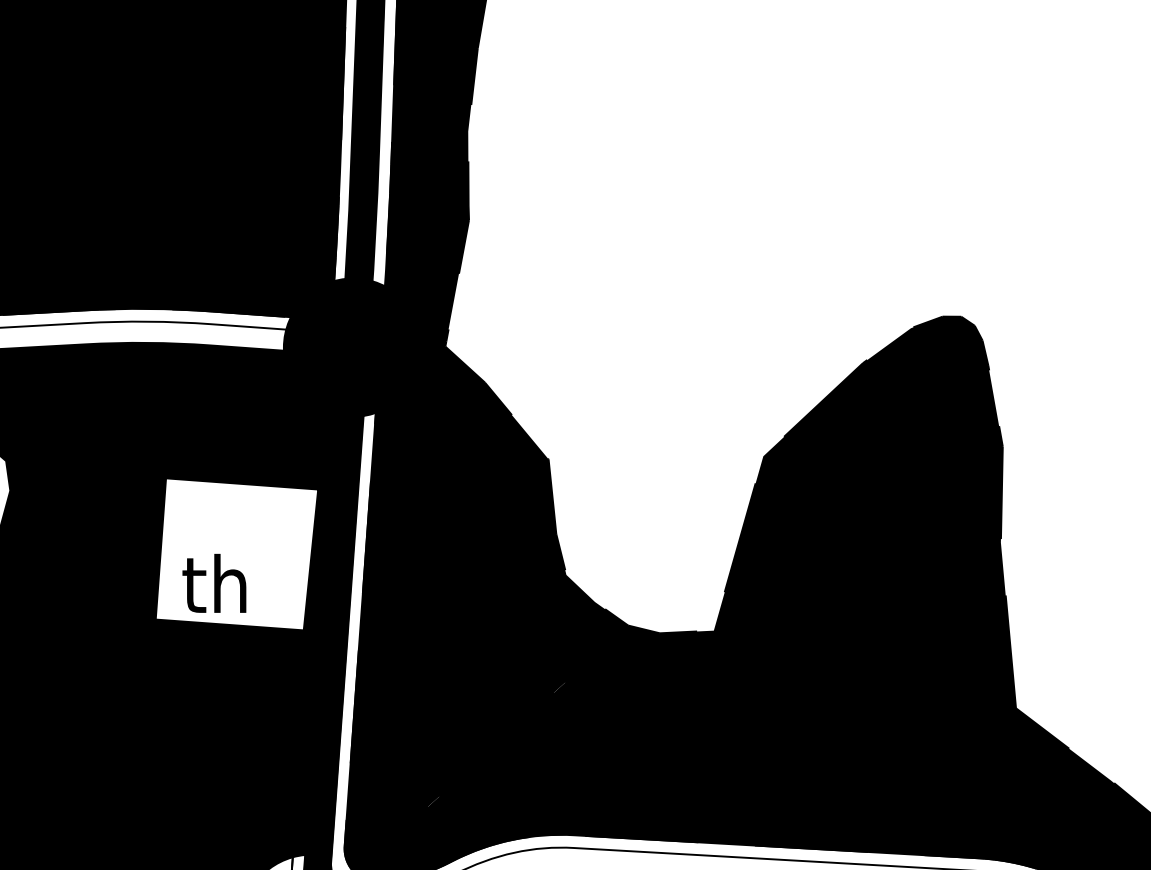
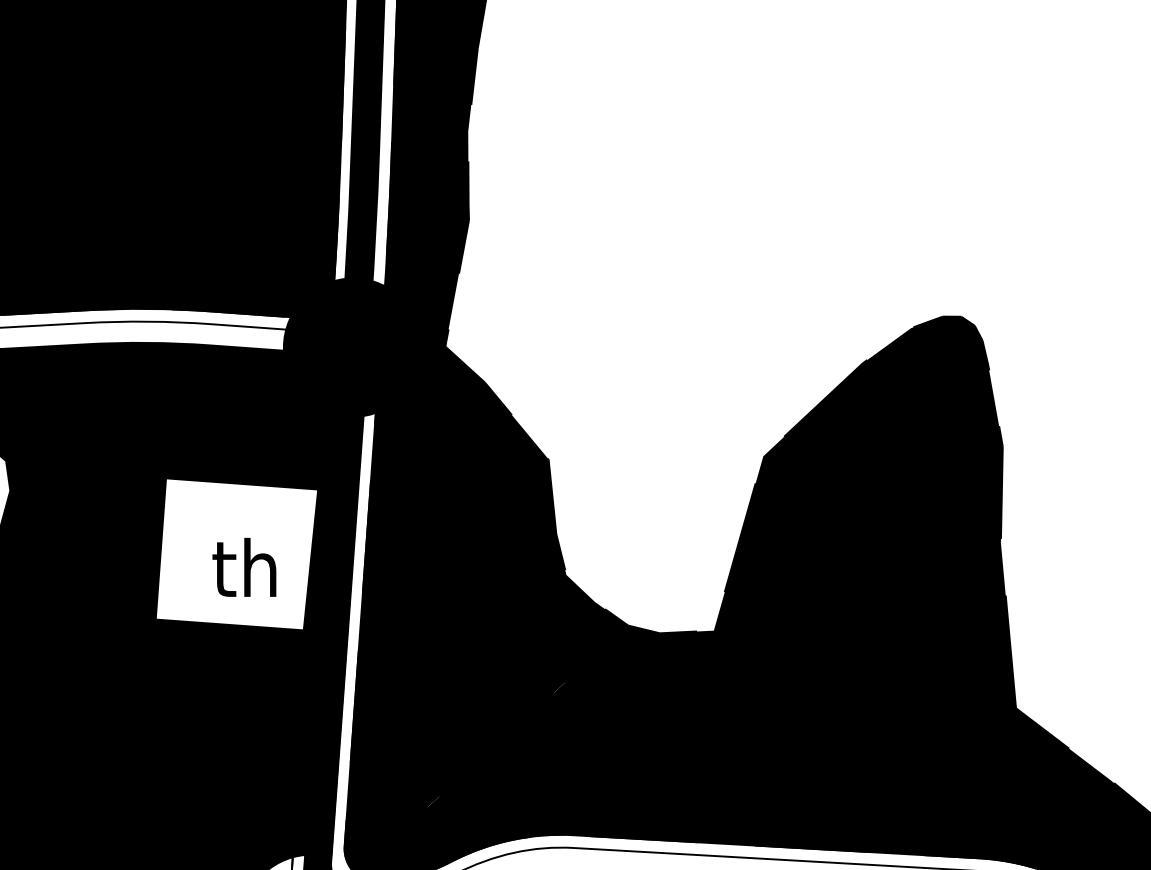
text at (214, 582) position: (214, 582) -> (244, 566)
